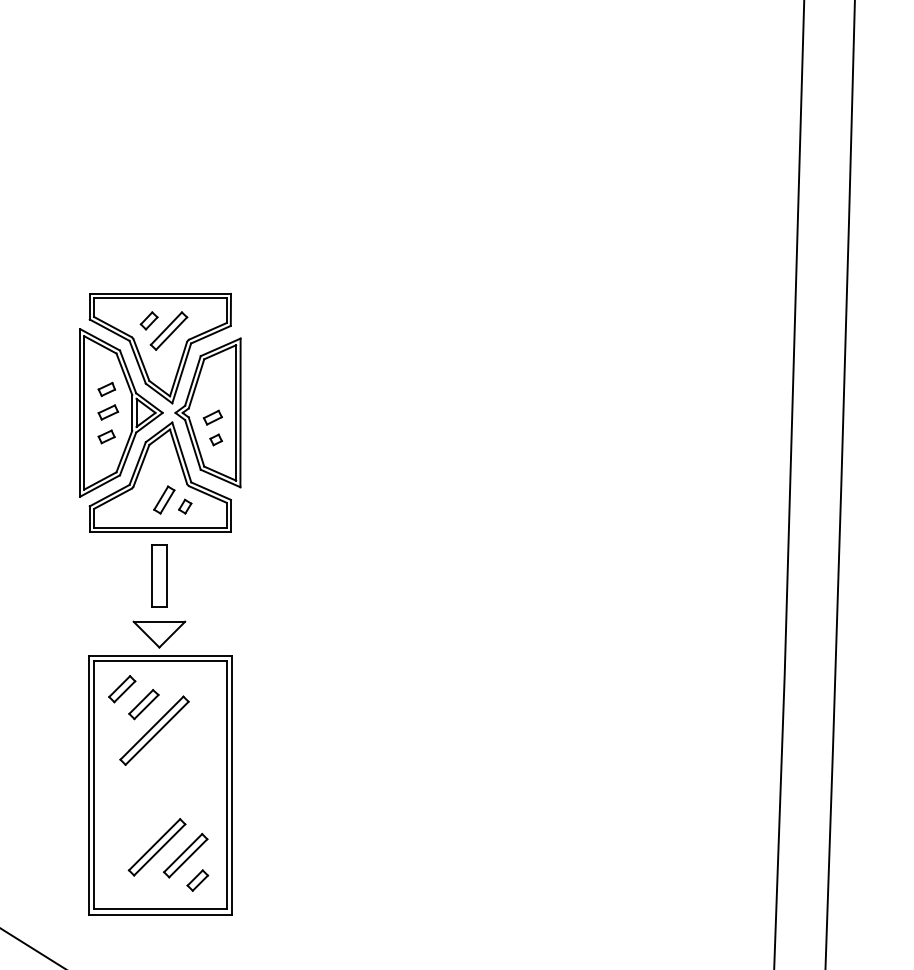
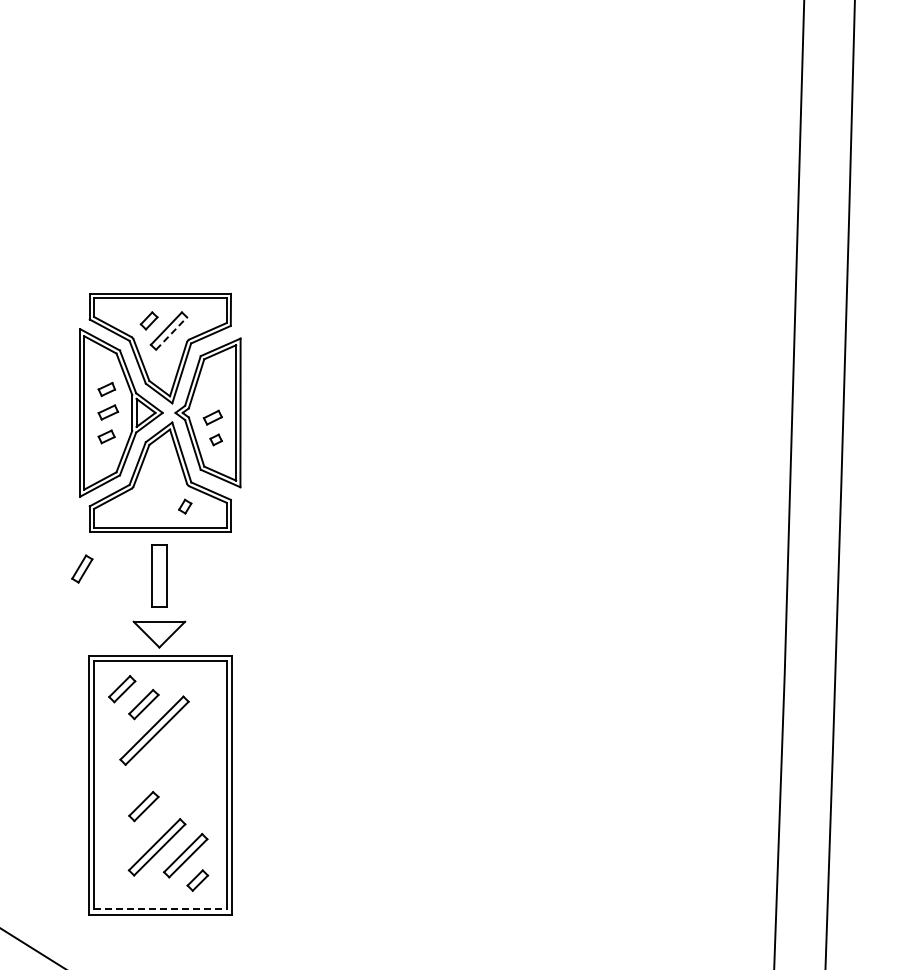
line at (171, 333): solid -> dashed
part at (164, 499) position: (164, 499) -> (82, 568)
part at (143, 806): none -> present
line at (160, 909): solid -> dashed
